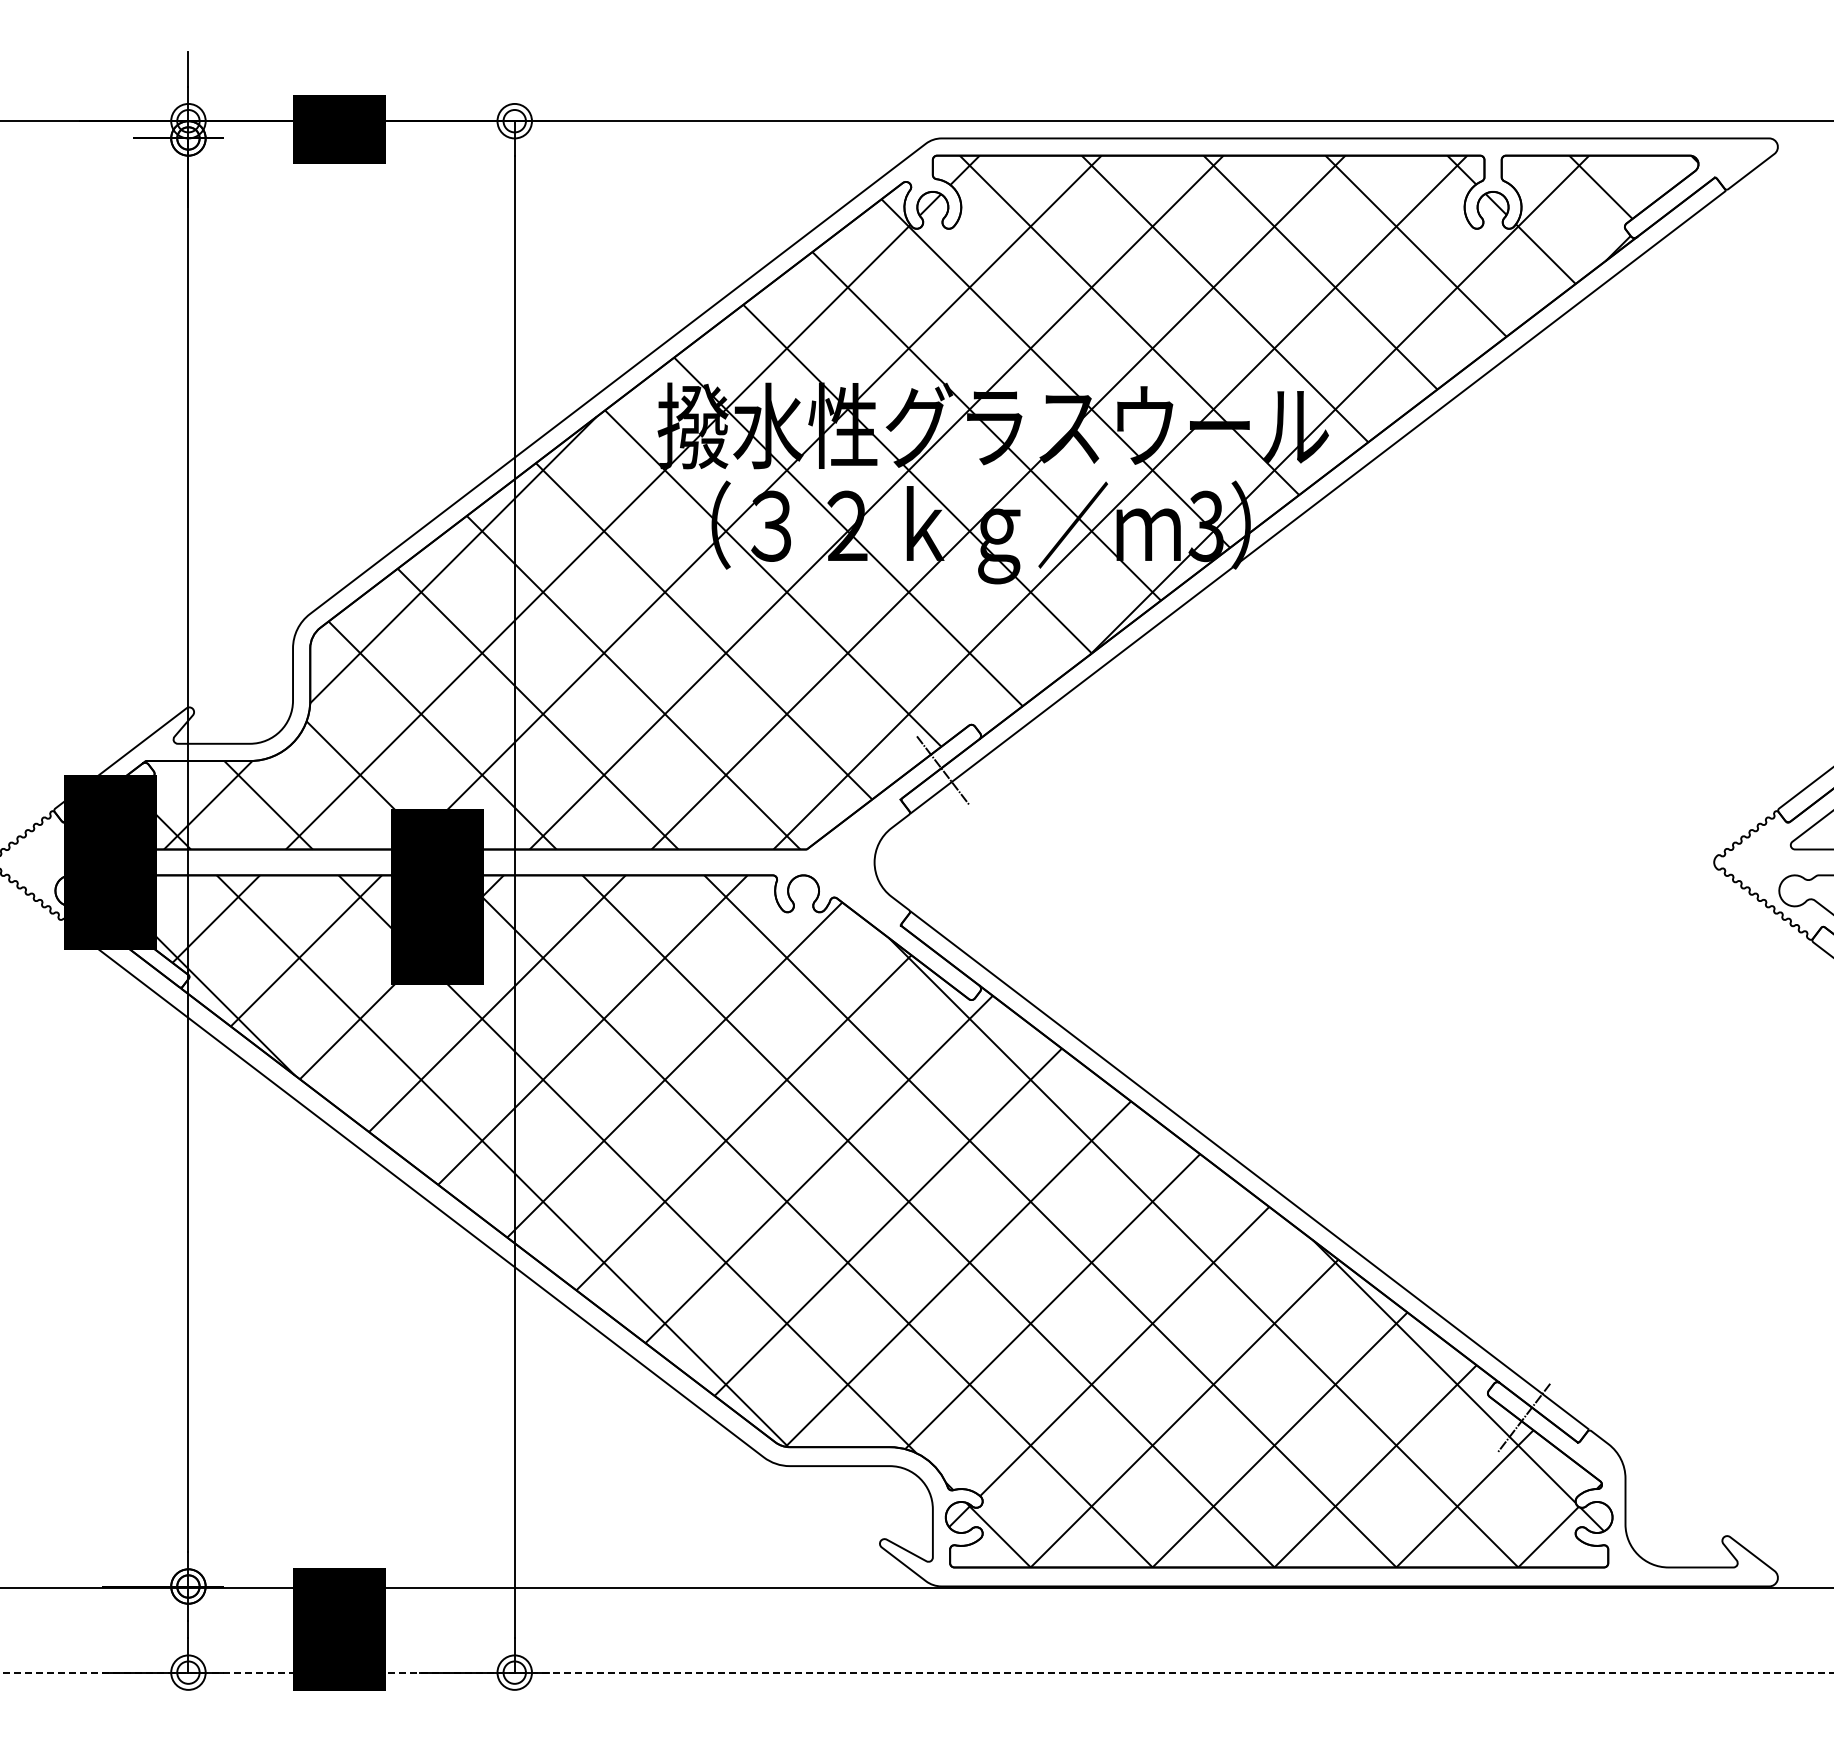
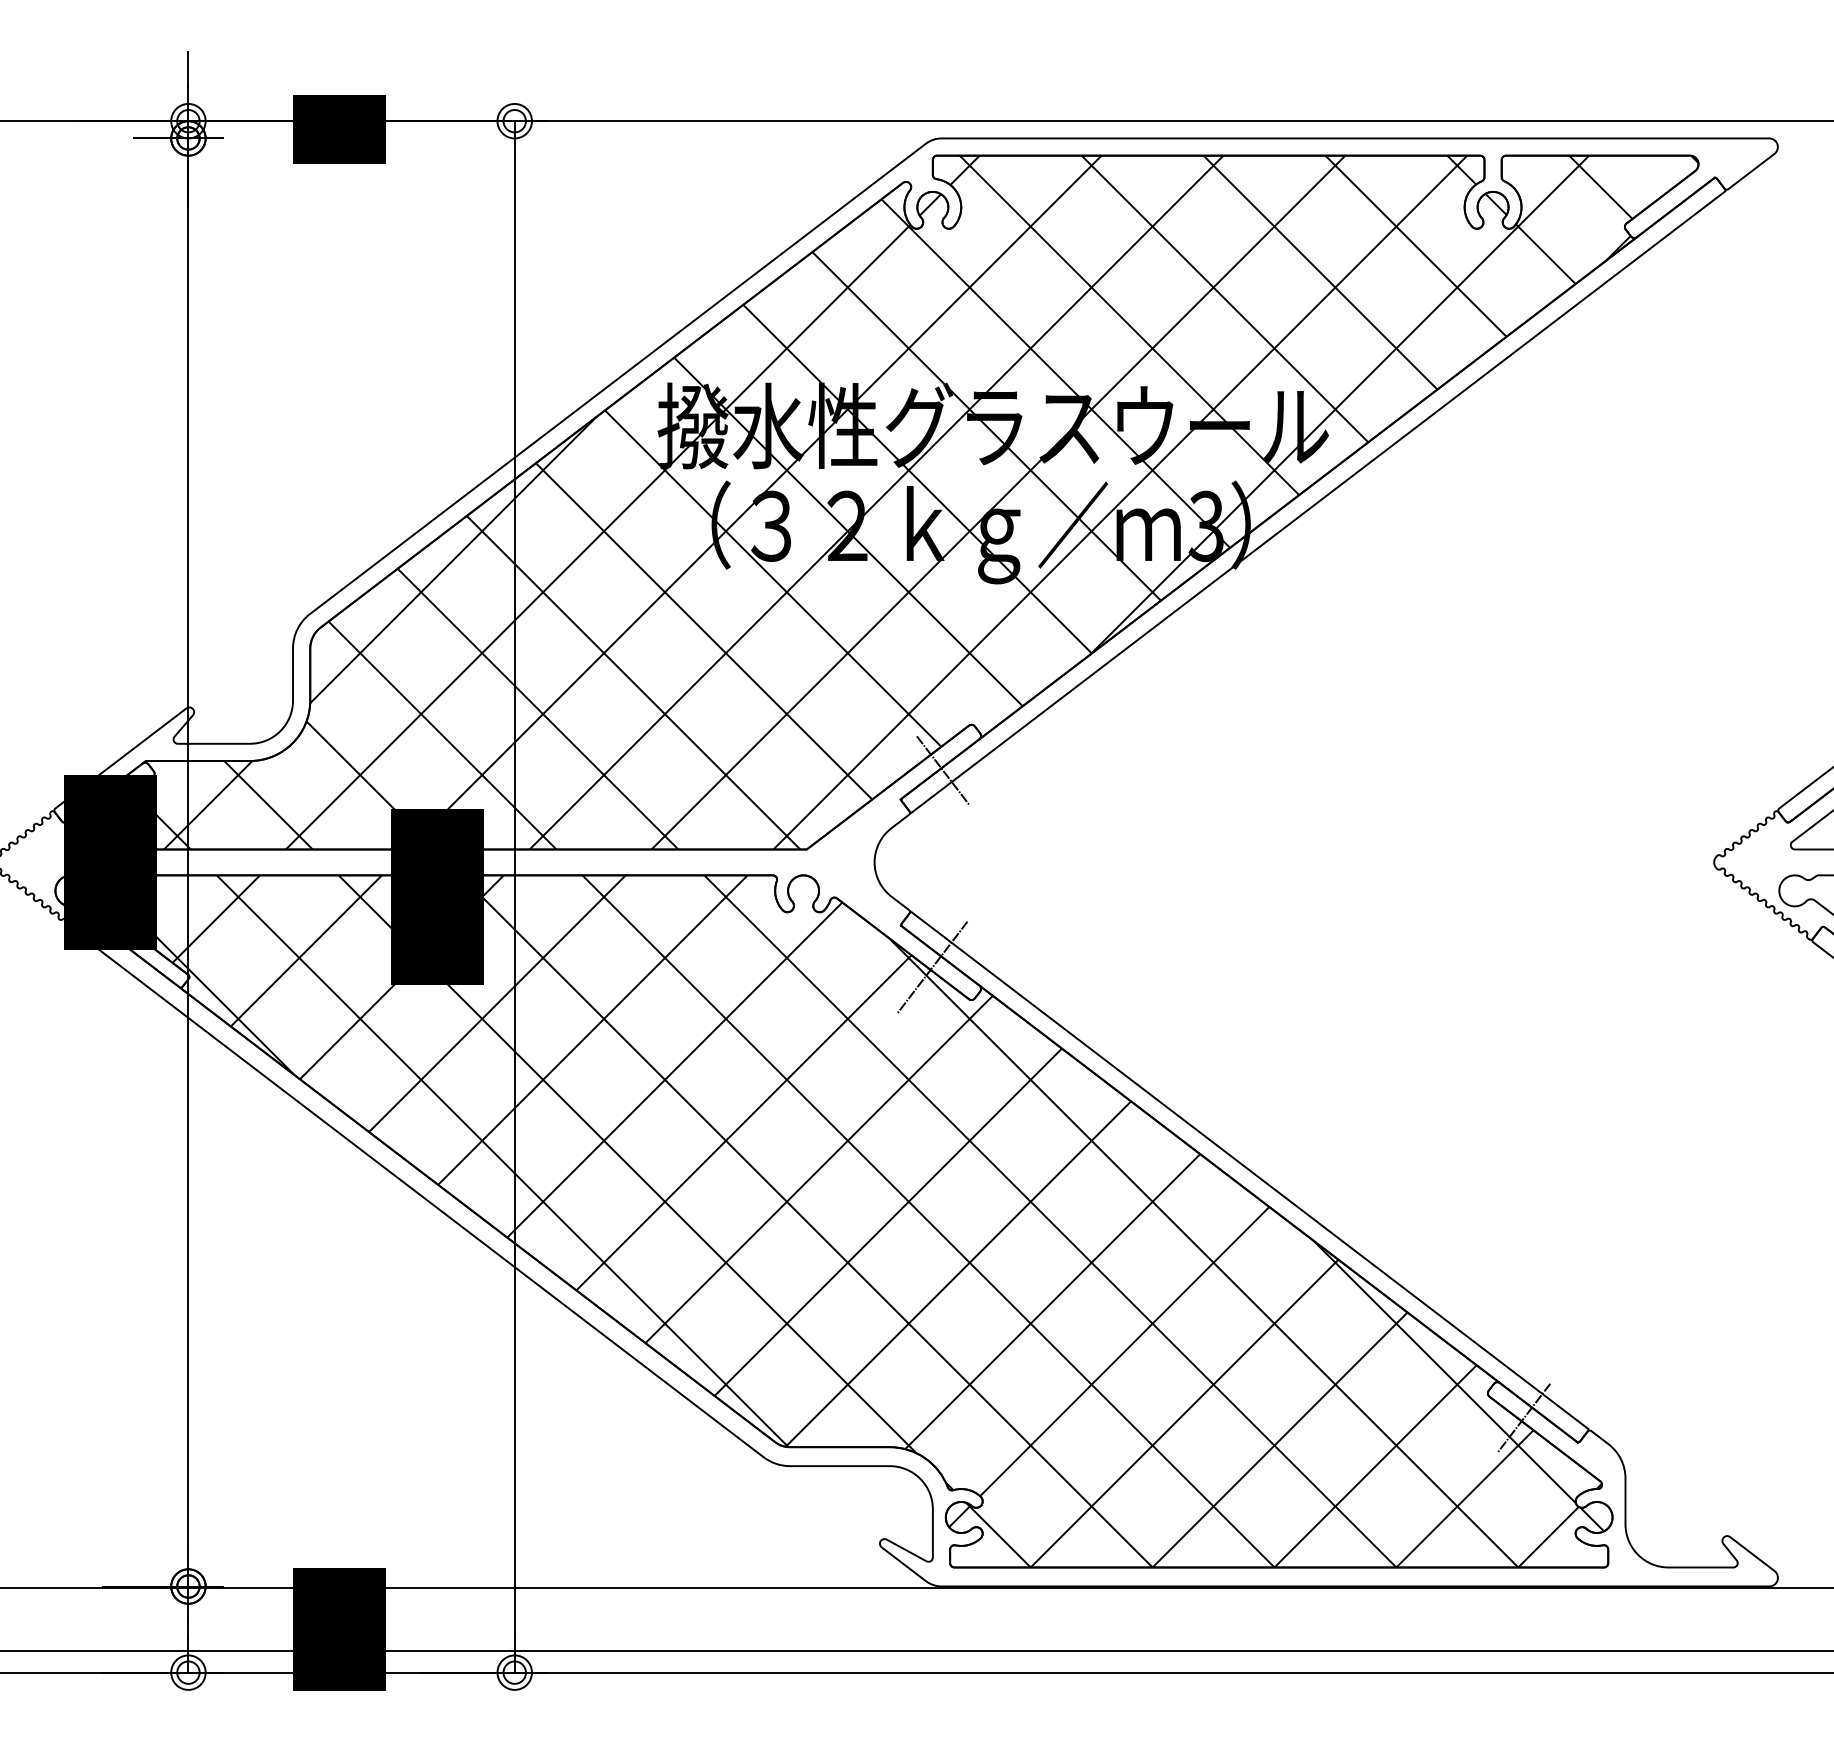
line at (932, 967): none -> present
line at (916, 1651): none -> present
line at (917, 1672): dashed -> solid
